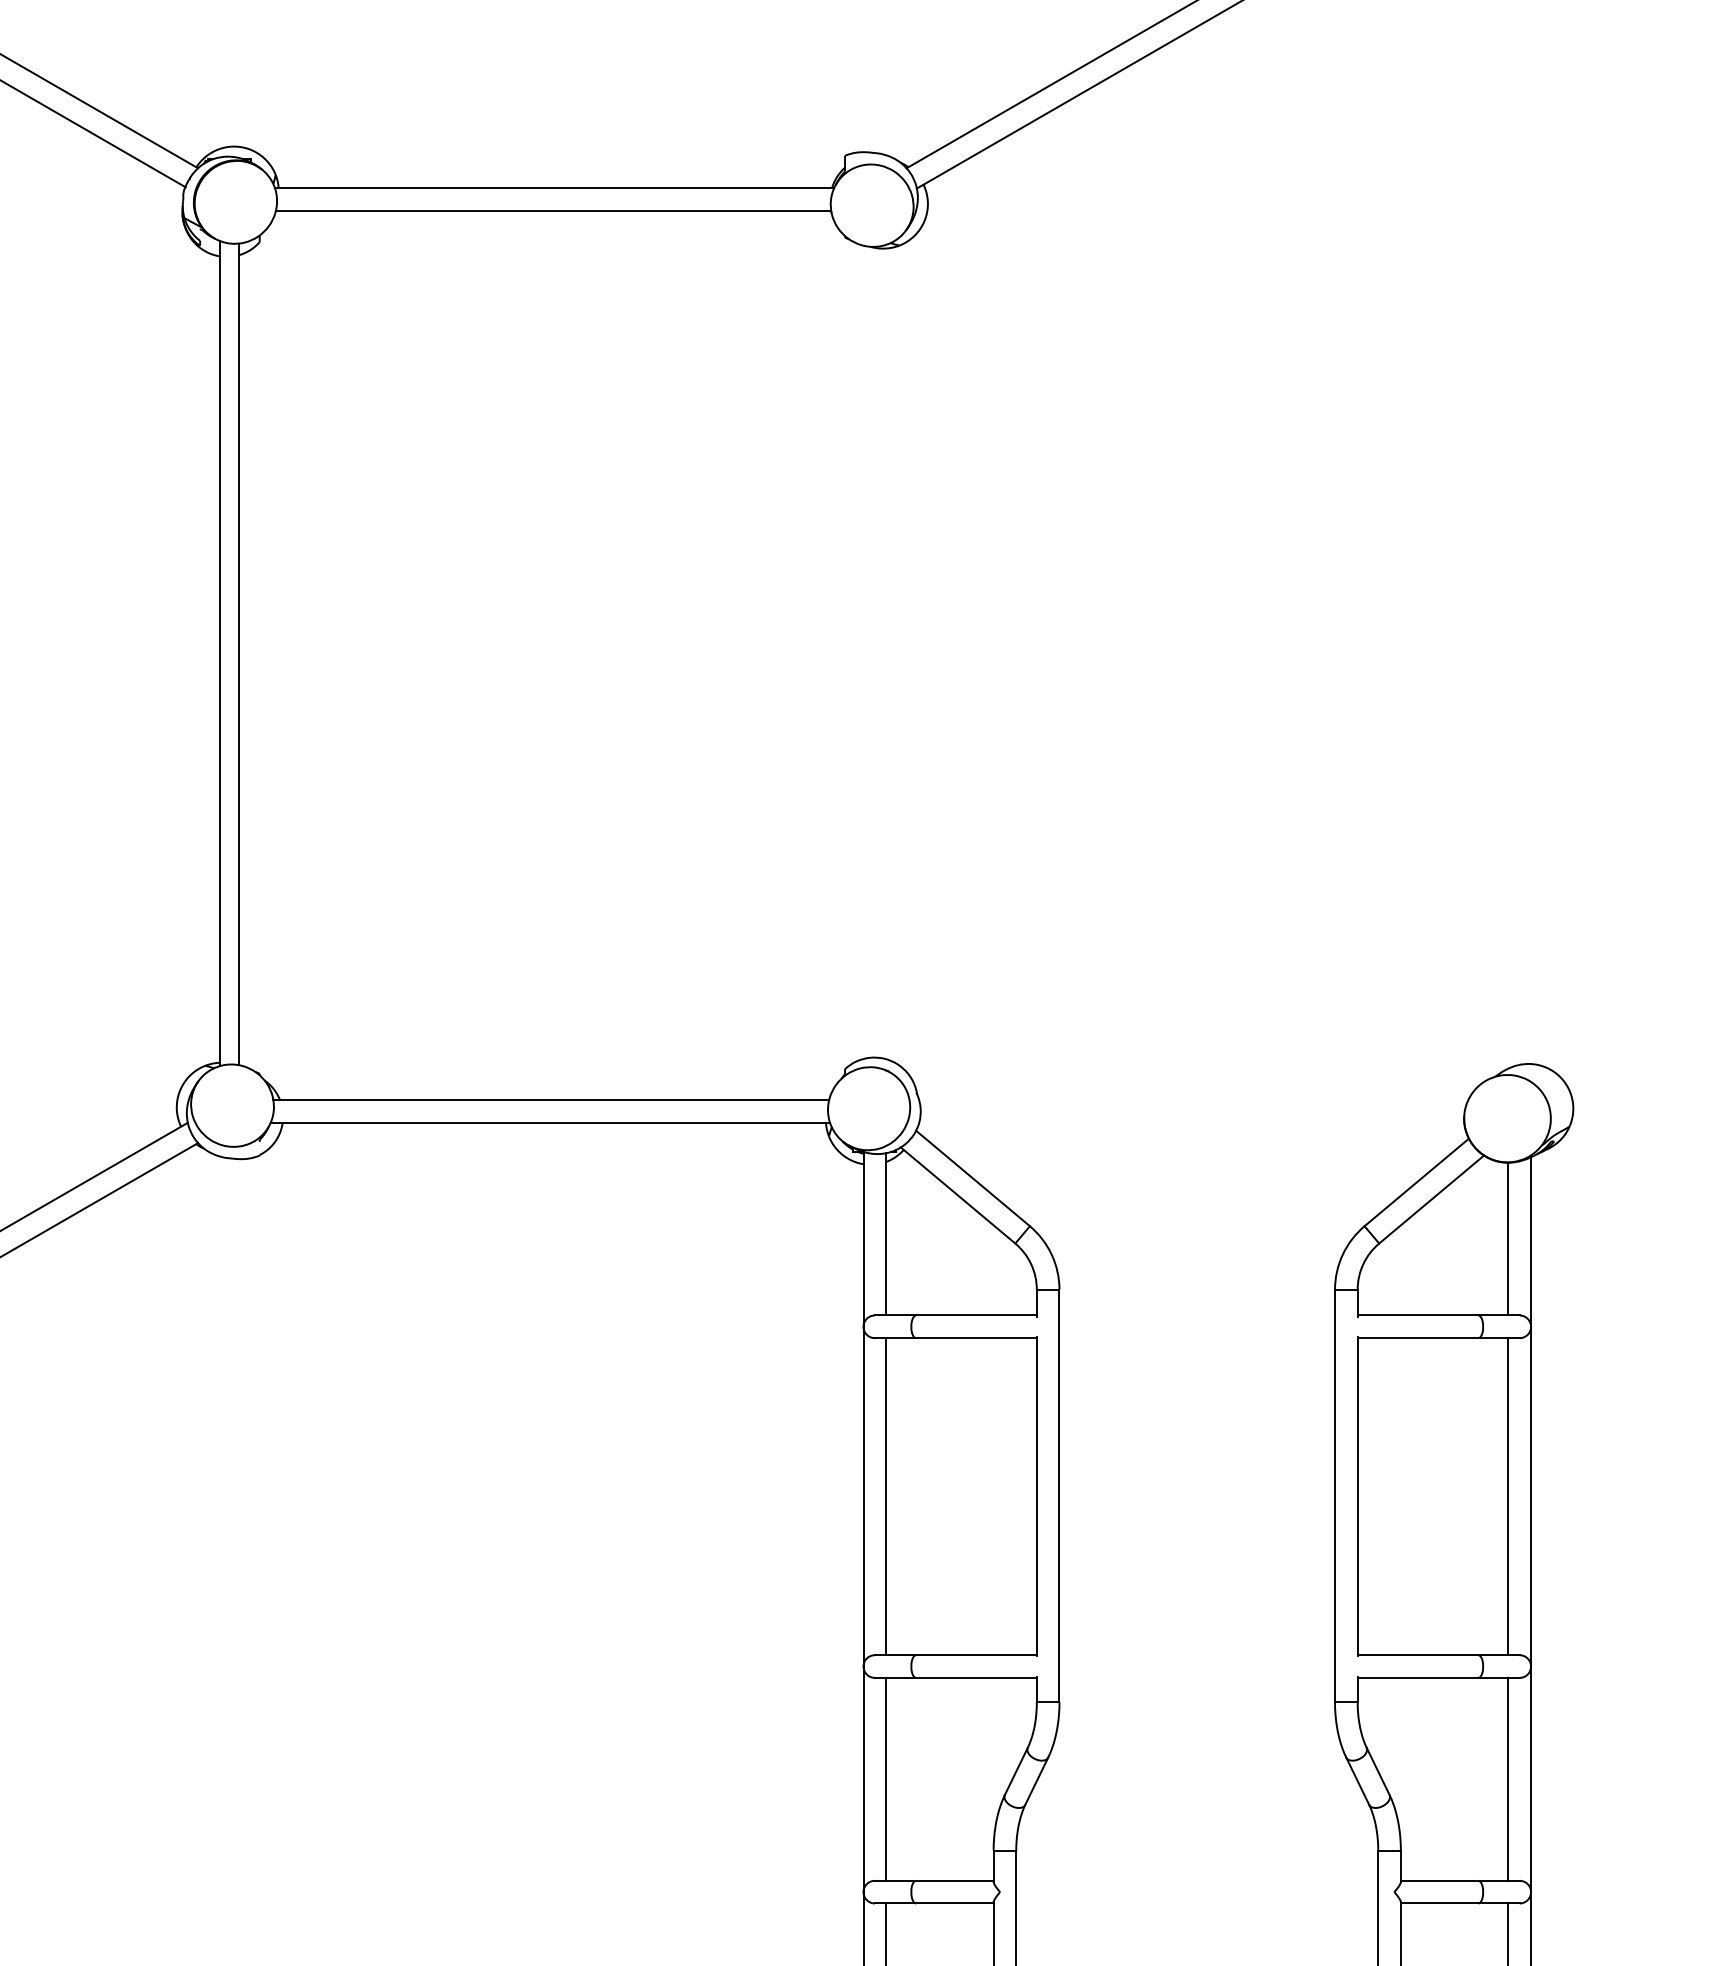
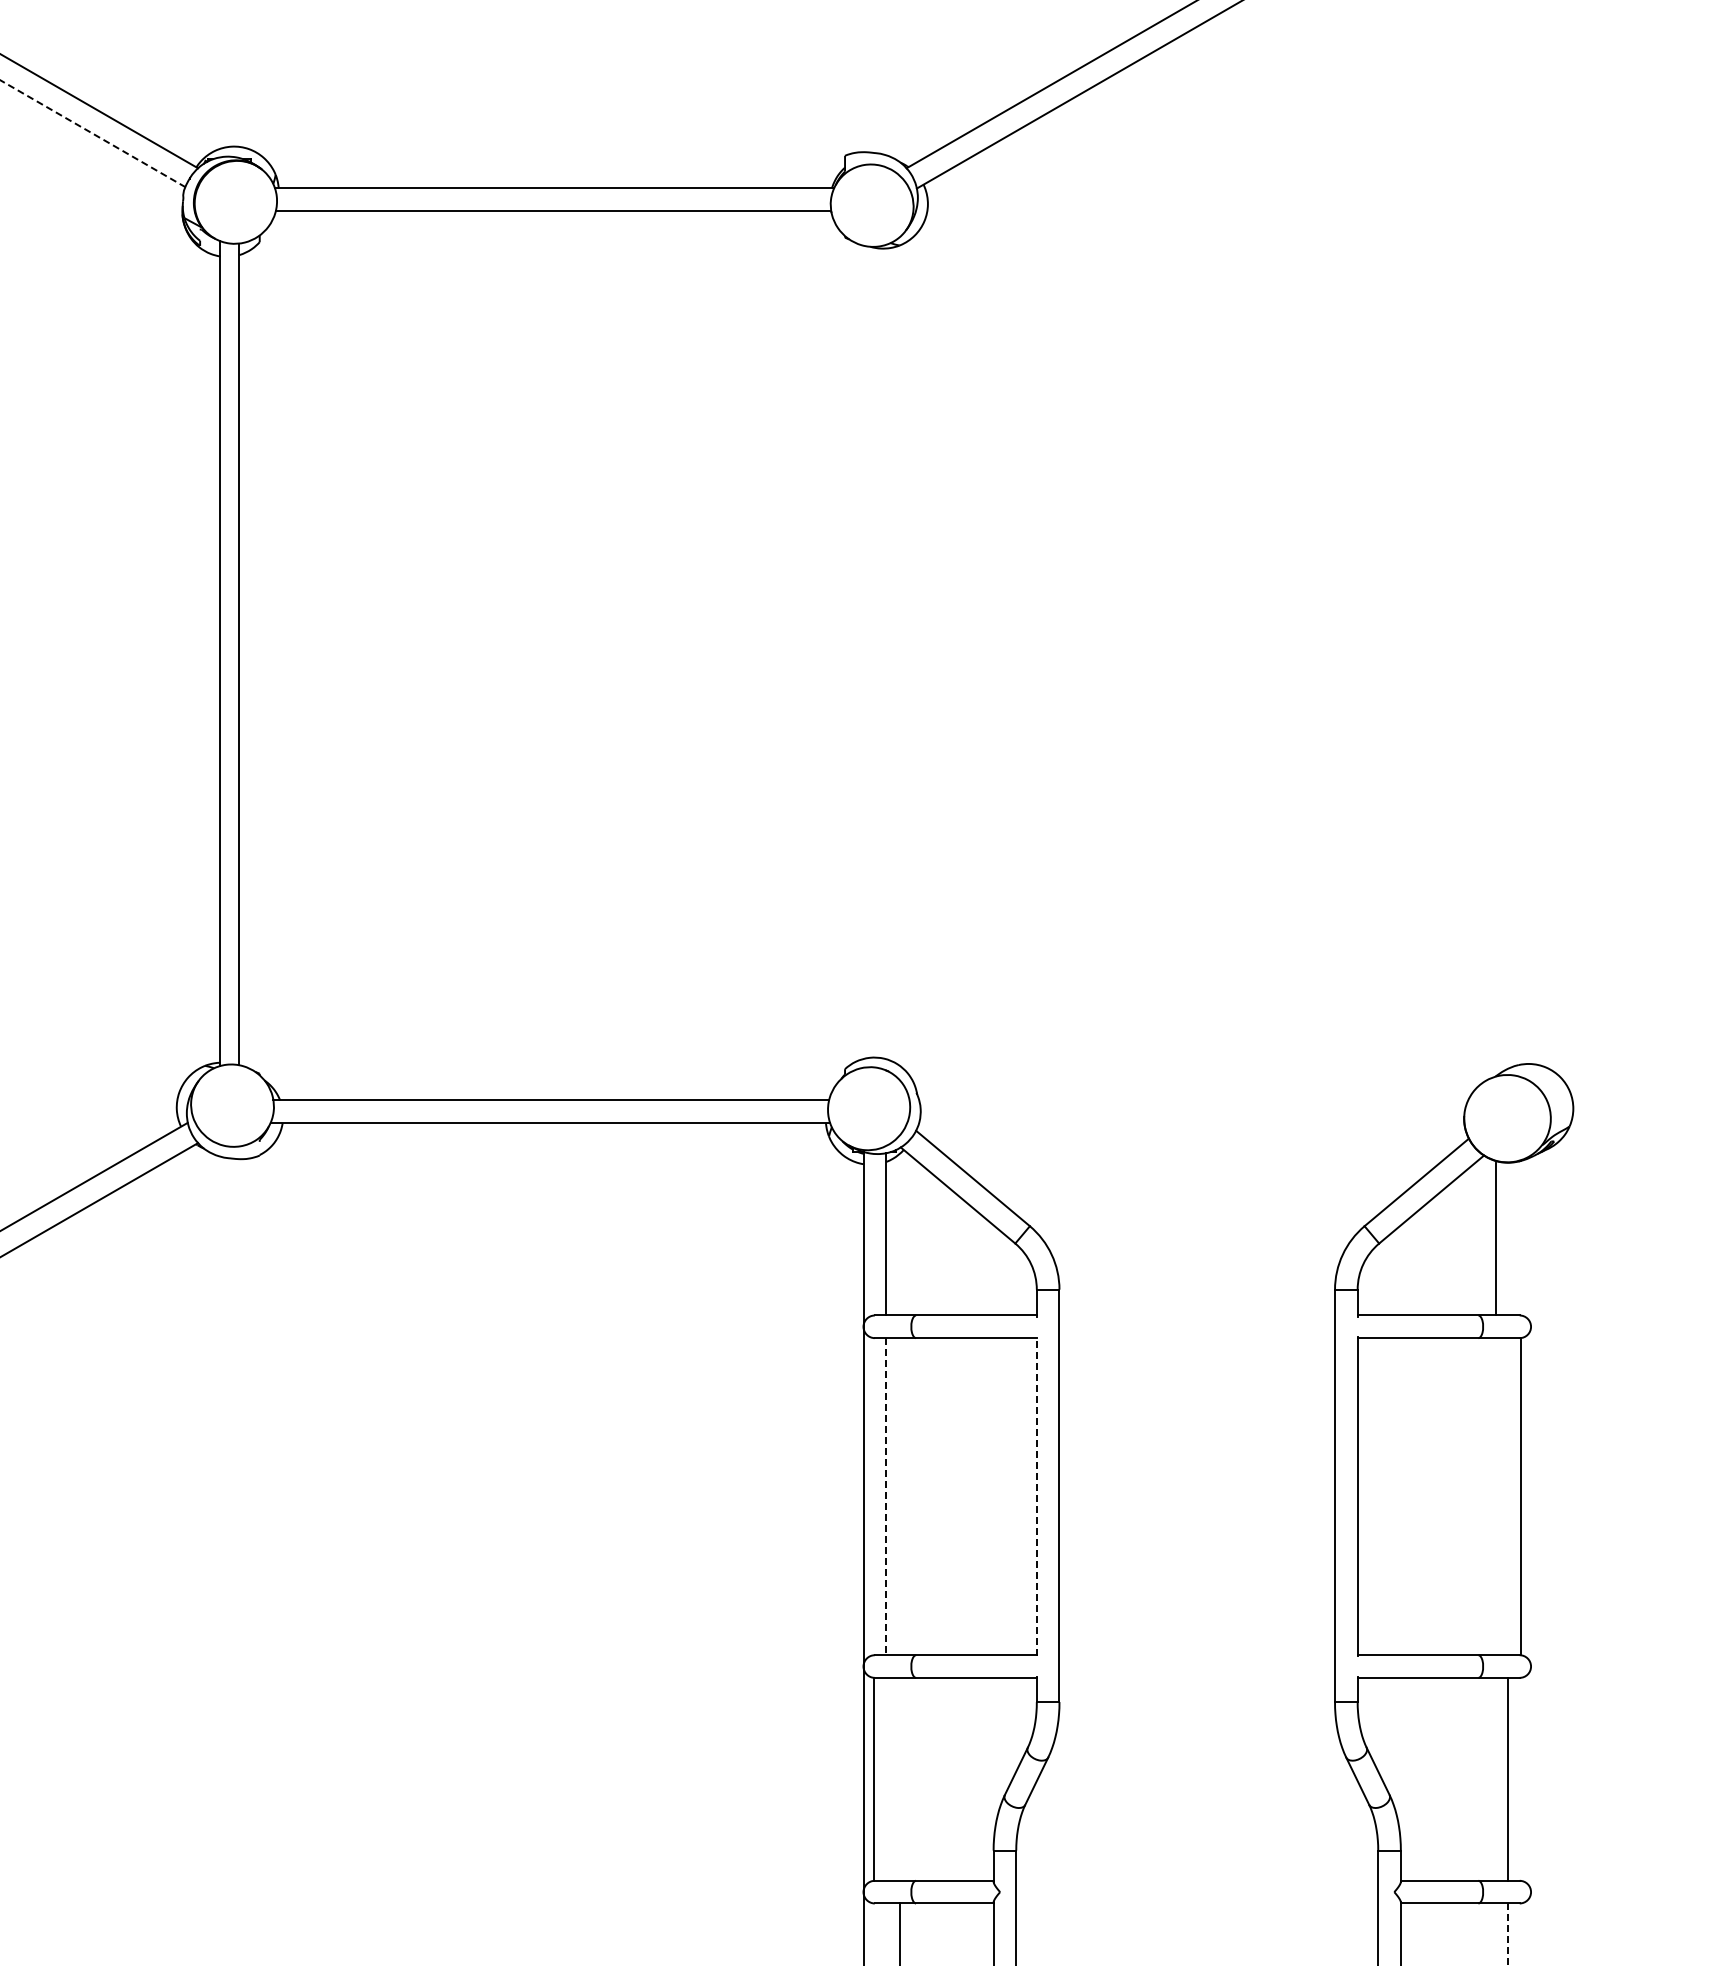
line at (93, 133): solid -> dashed
line at (1508, 1238) position: (1508, 1238) -> (1496, 1238)
line at (886, 1496): solid -> dashed
line at (1036, 1496): solid -> dashed
line at (1508, 1496) position: (1508, 1496) -> (1521, 1496)
line at (1531, 1559): present -> none
line at (886, 1778) position: (886, 1778) -> (874, 1778)
line at (886, 1932) position: (886, 1932) -> (900, 1932)
line at (1508, 1934): solid -> dashed
